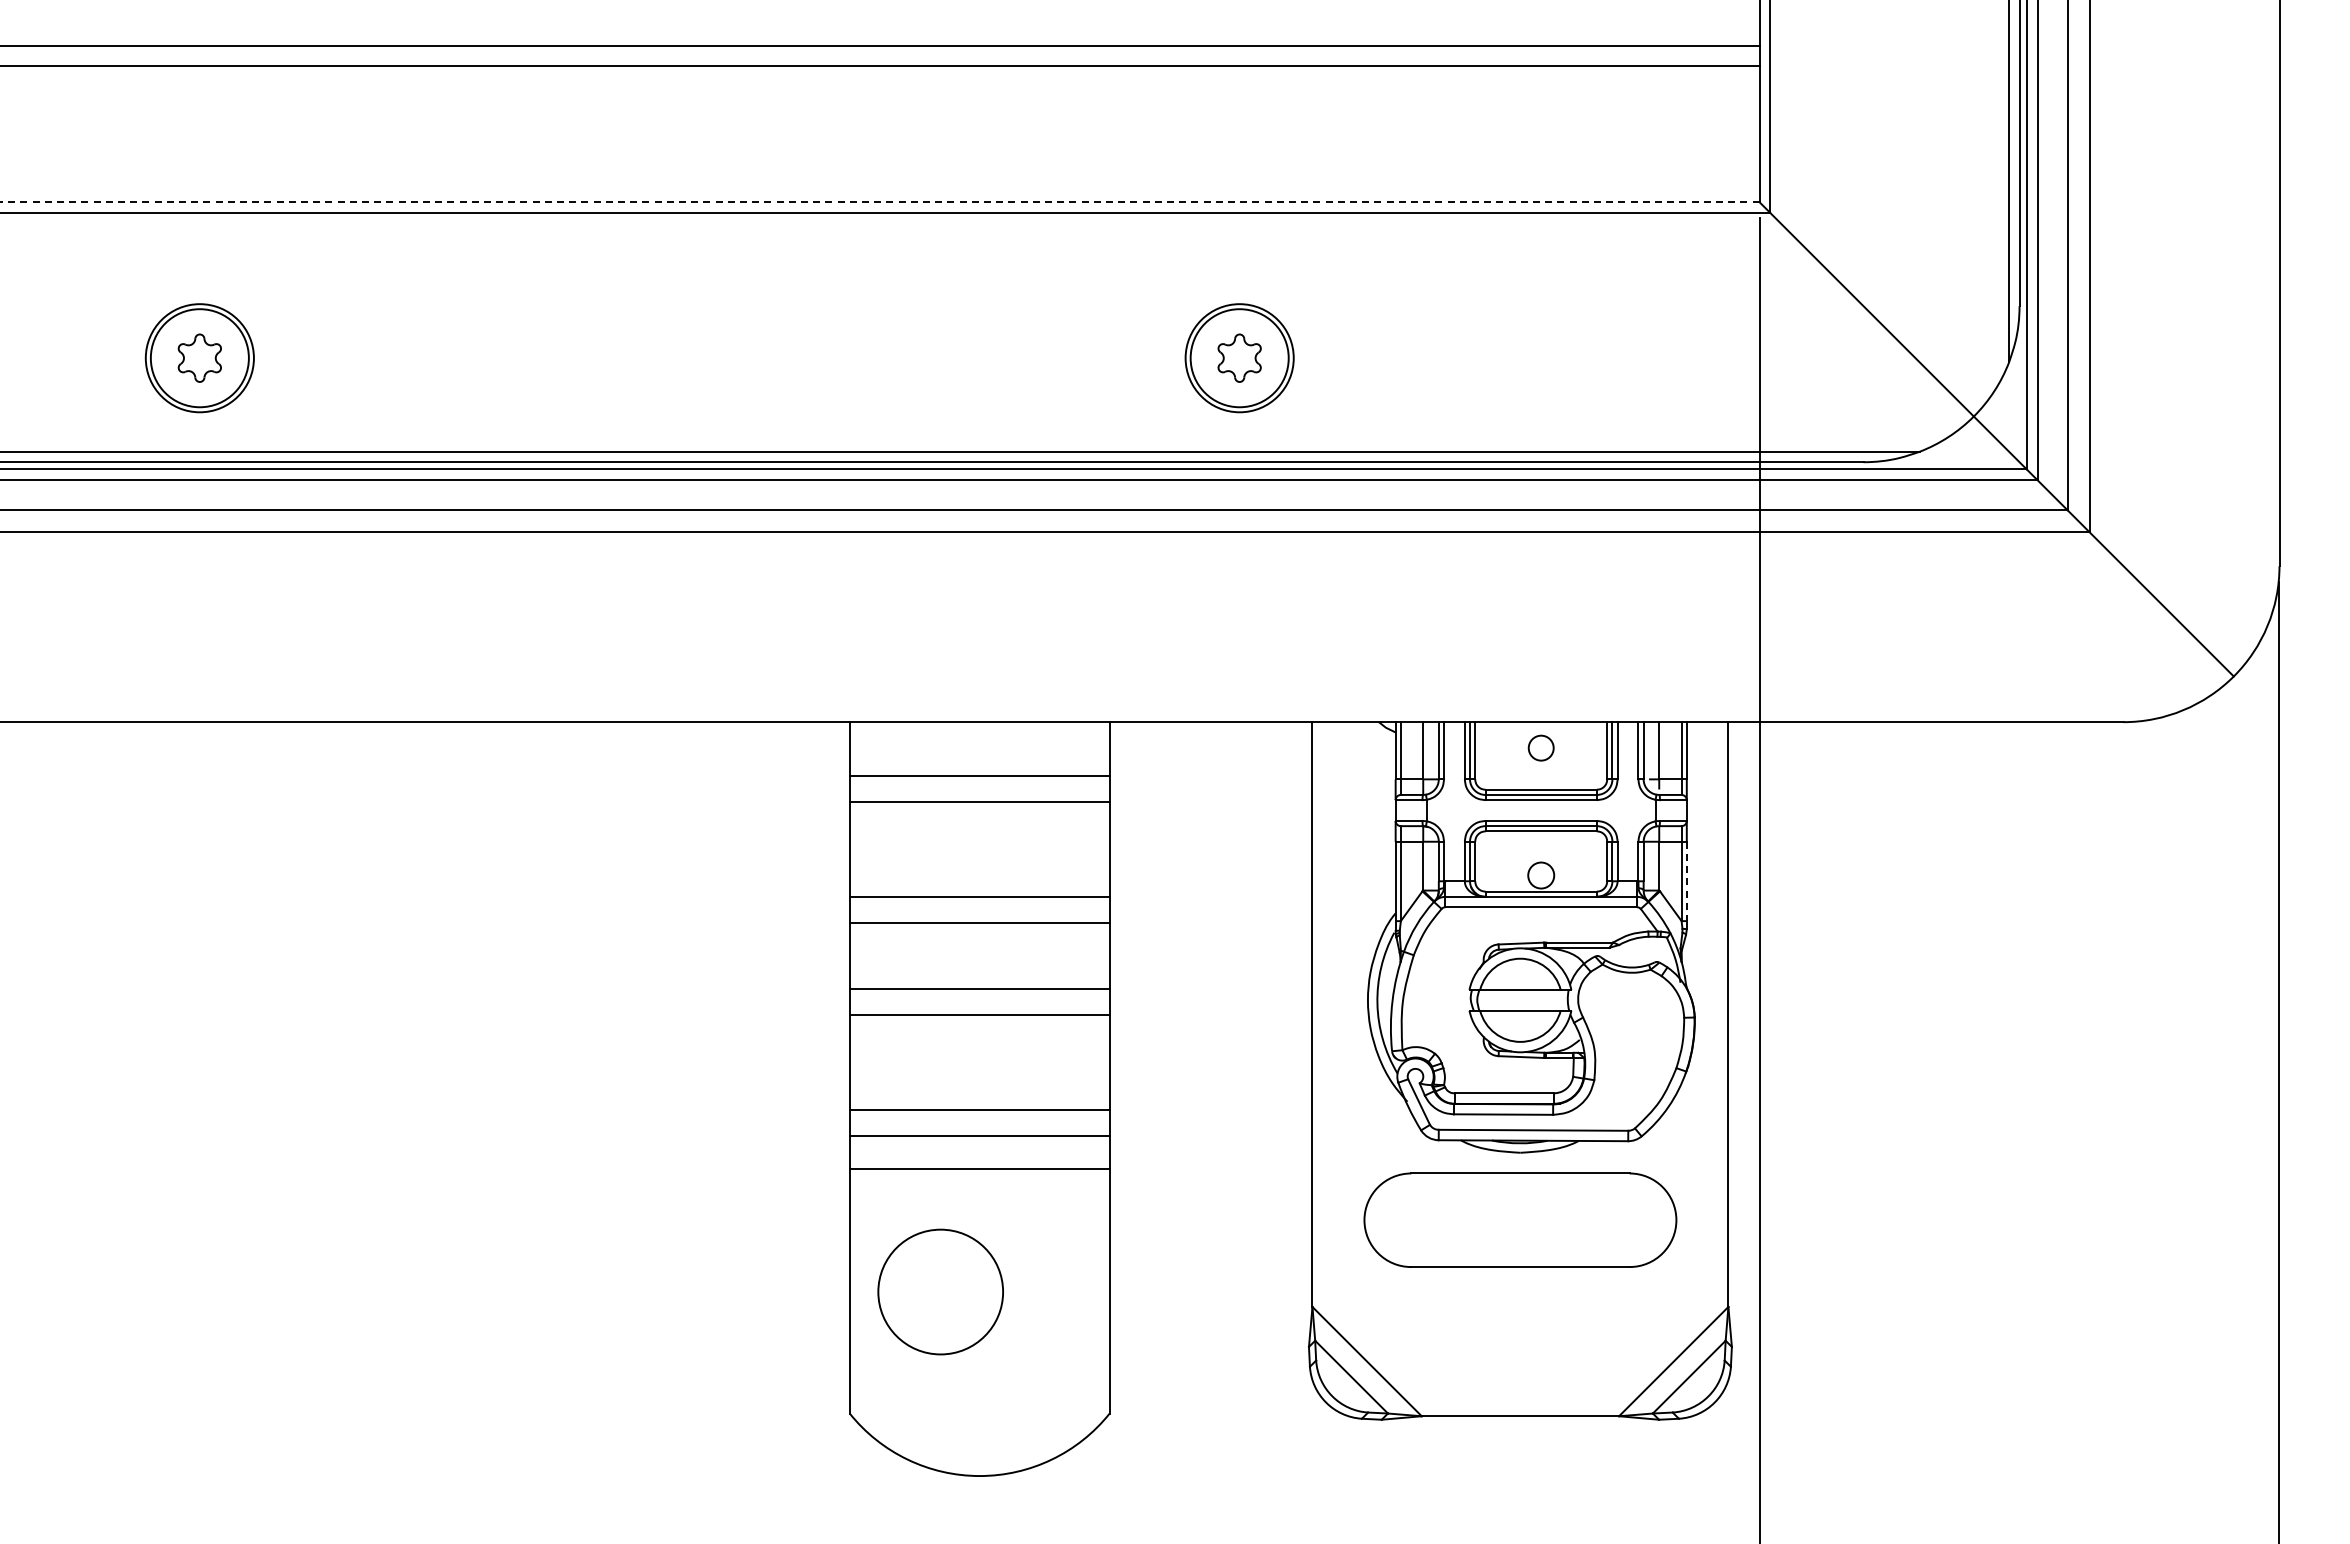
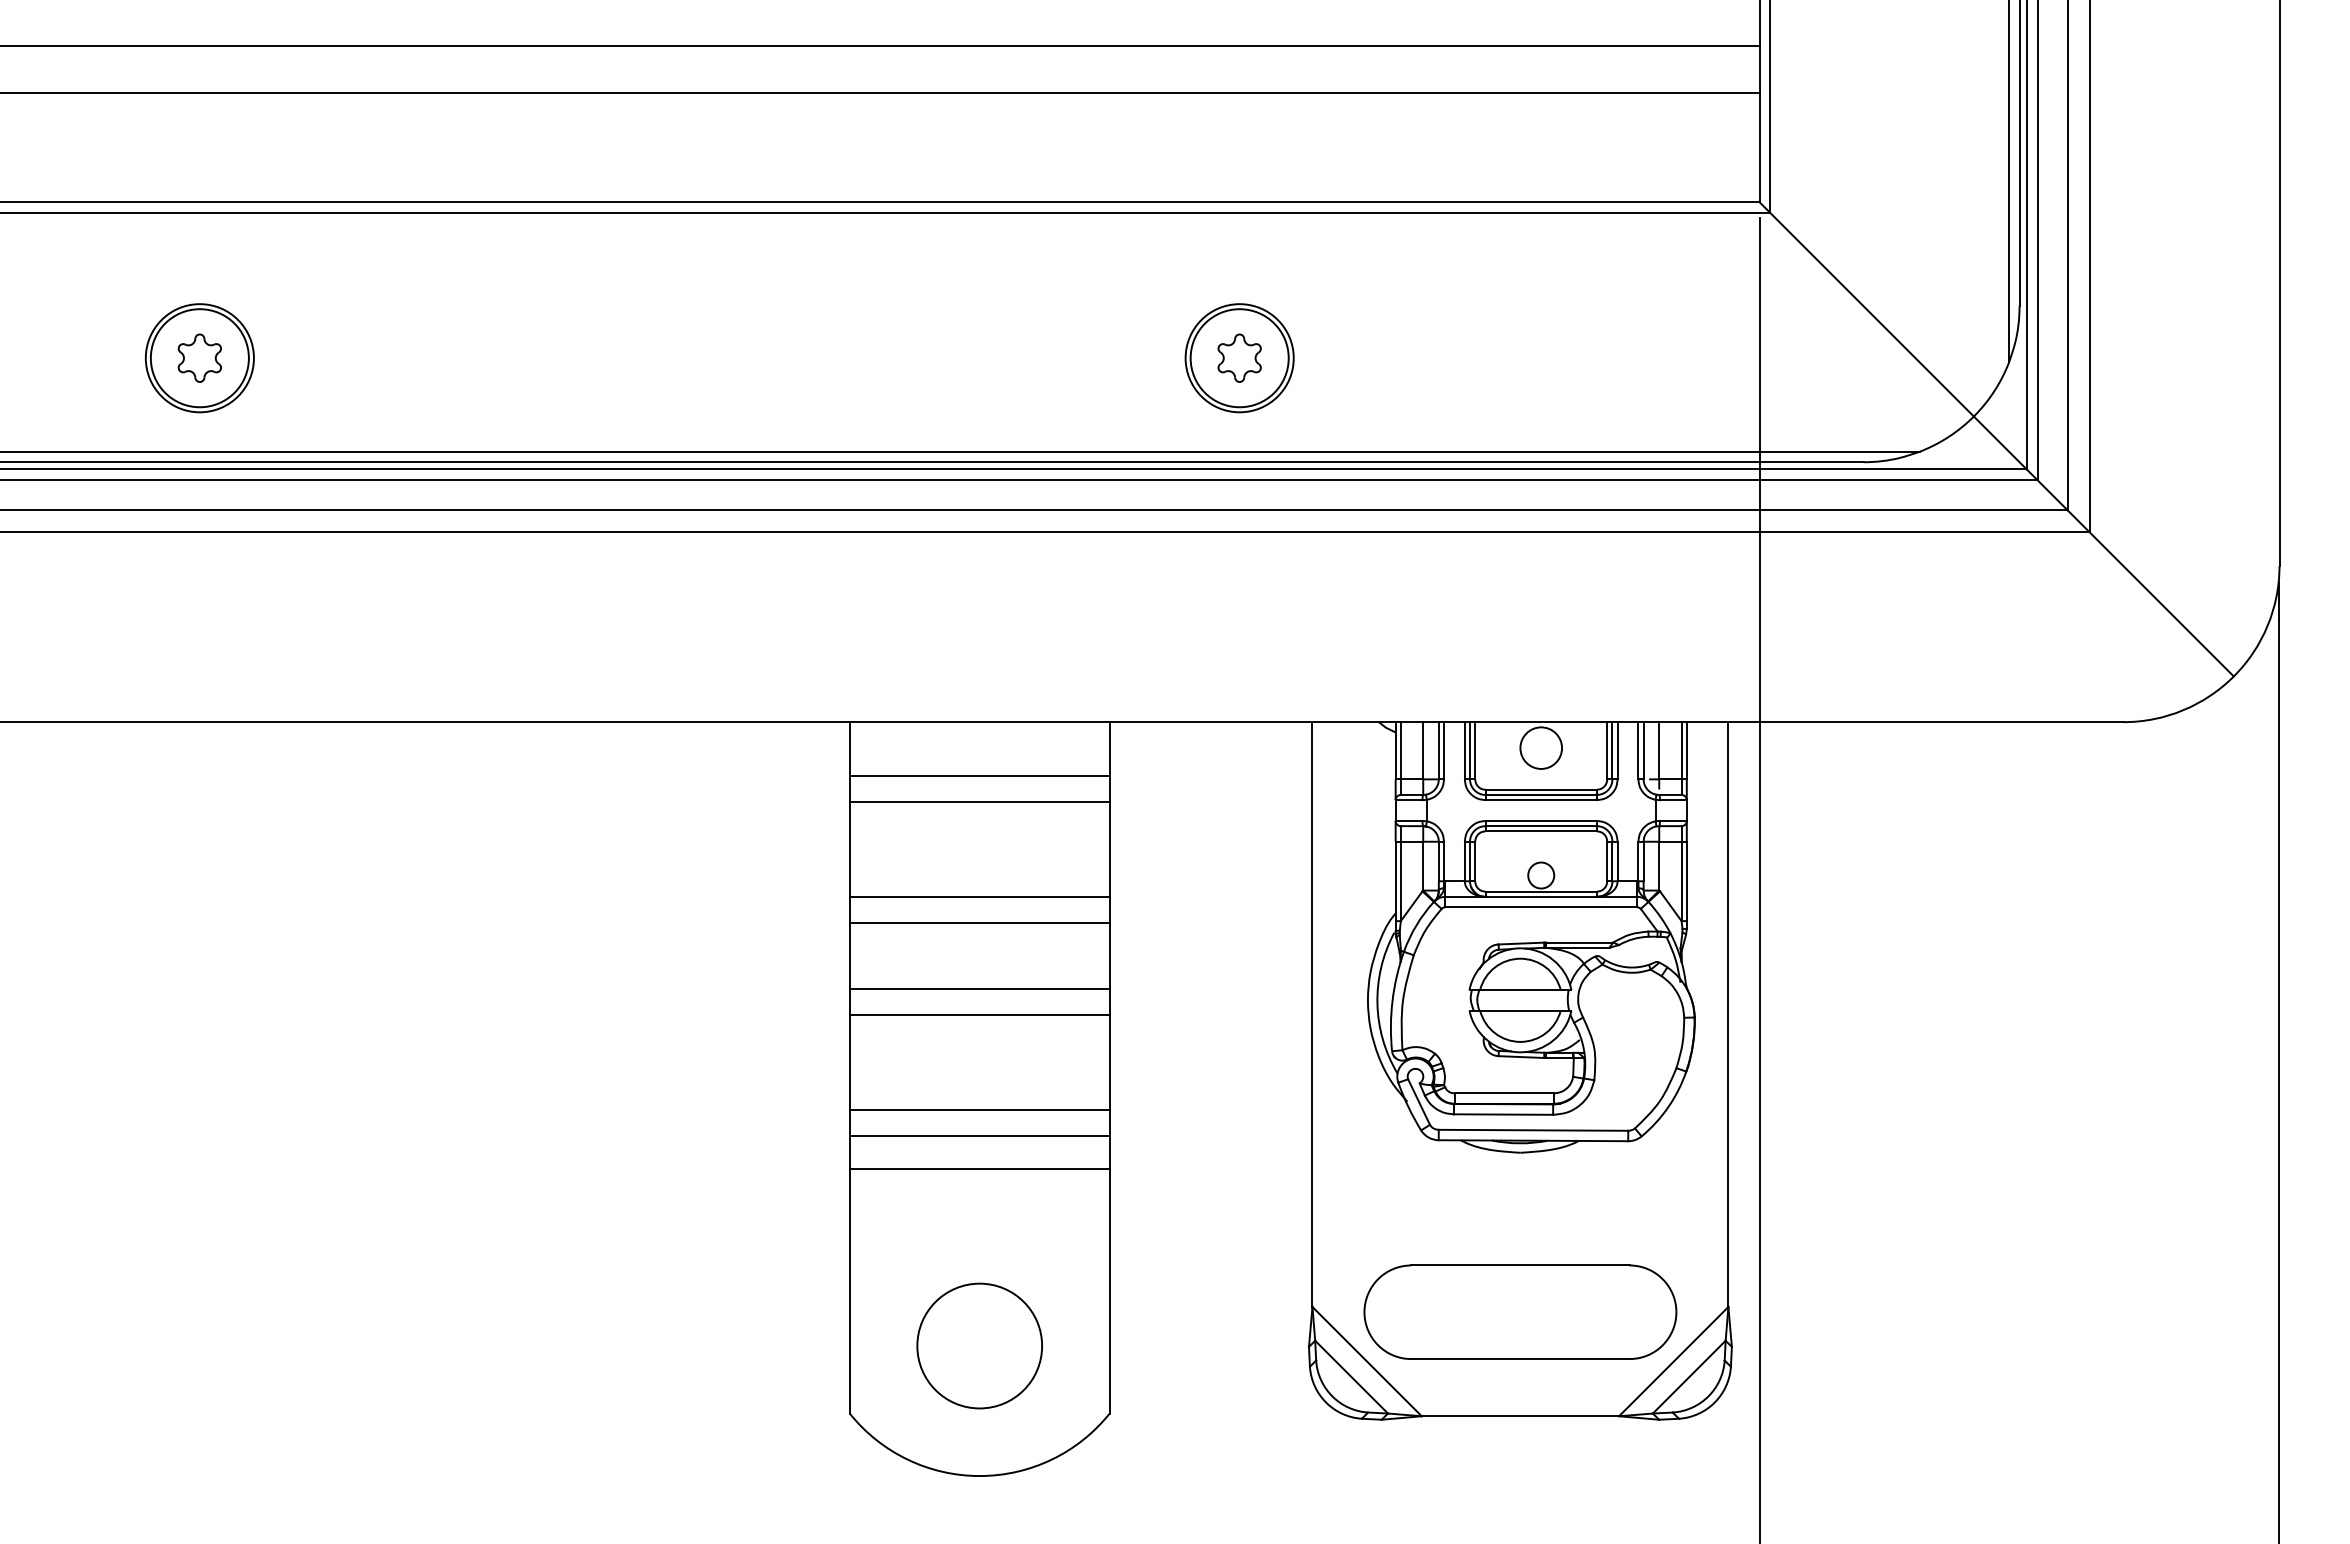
line at (880, 66) position: (880, 66) -> (880, 93)
line at (879, 202): dashed -> solid
circle at (1540, 747) diameter: 25 px -> 42 px
line at (1686, 881): dashed -> solid
part at (1520, 1219) position: (1520, 1219) -> (1520, 1311)
circle at (940, 1291) position: (940, 1291) -> (979, 1345)
